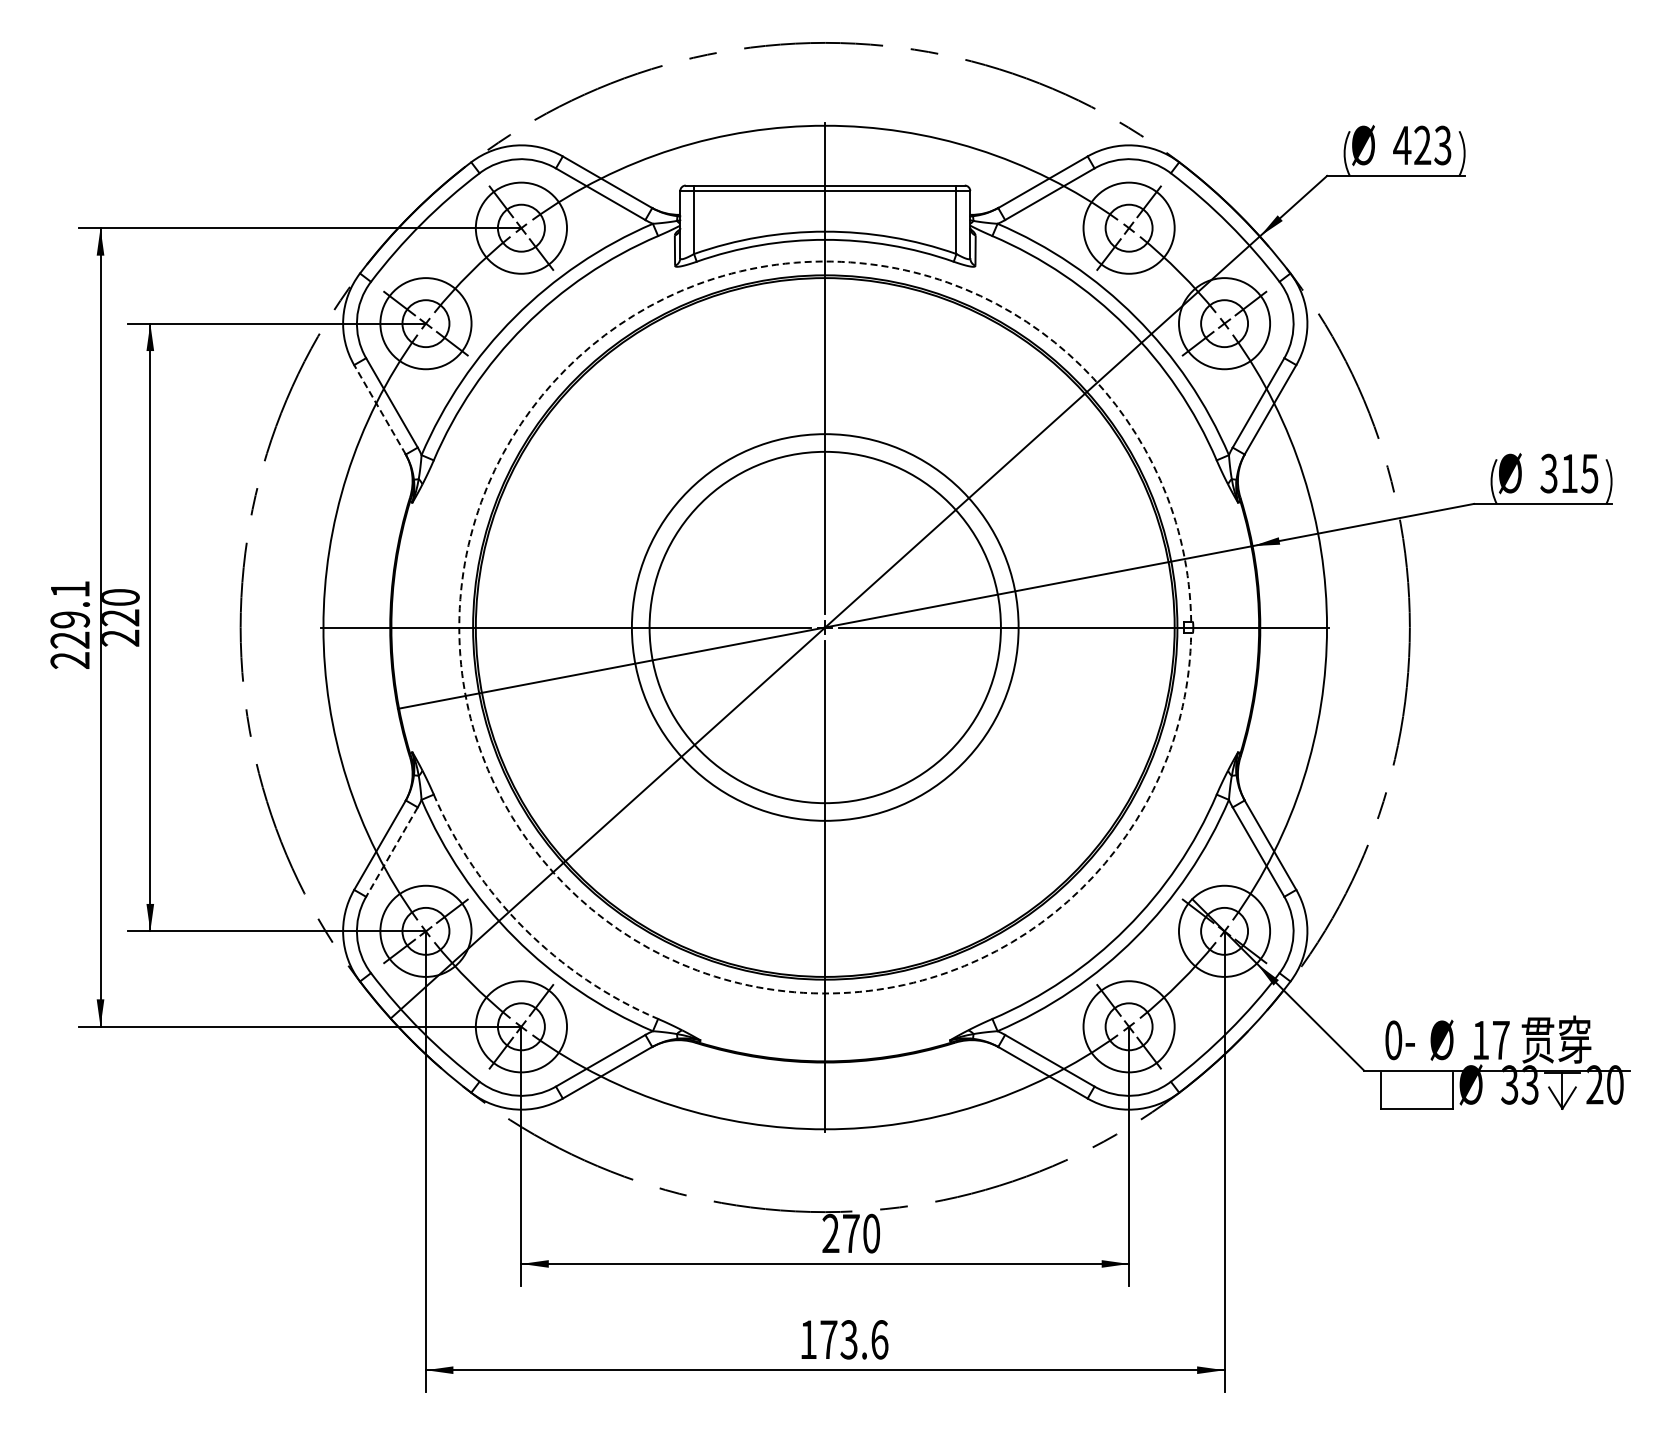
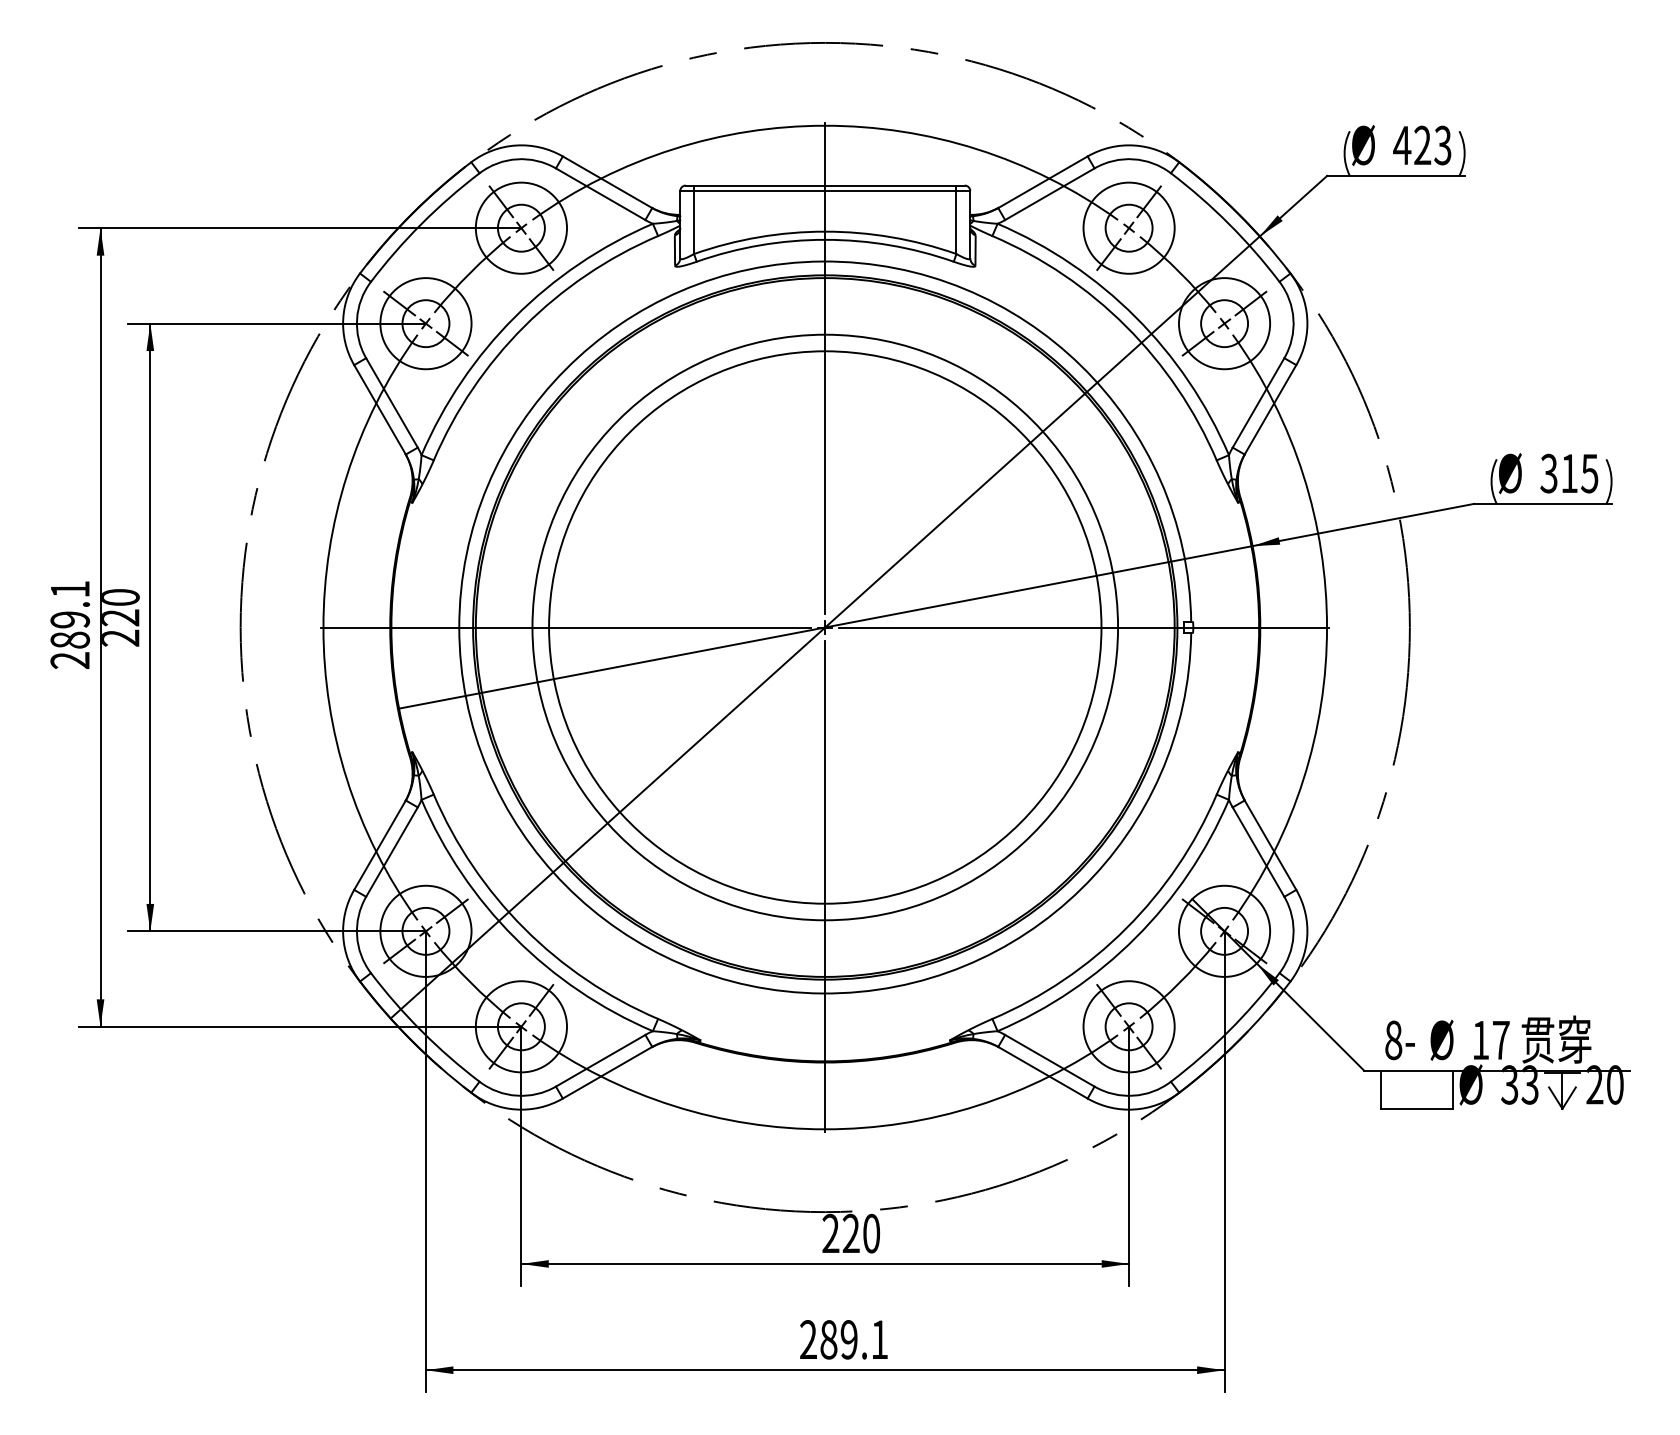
line at (380, 409): dashed -> solid
arc at (459, 627): dashed -> solid
circle at (824, 627) diameter: 351 px -> 586 px
circle at (824, 627) diameter: 387 px -> 552 px
text at (70, 639): 229.1 -> 289.1
line at (391, 852): dashed -> solid
arc at (524, 928): dashed -> solid
text at (1393, 1039): 0- -> 8-
text at (850, 1232): 270 -> 220
text at (844, 1339): 173.6 -> 289.1
